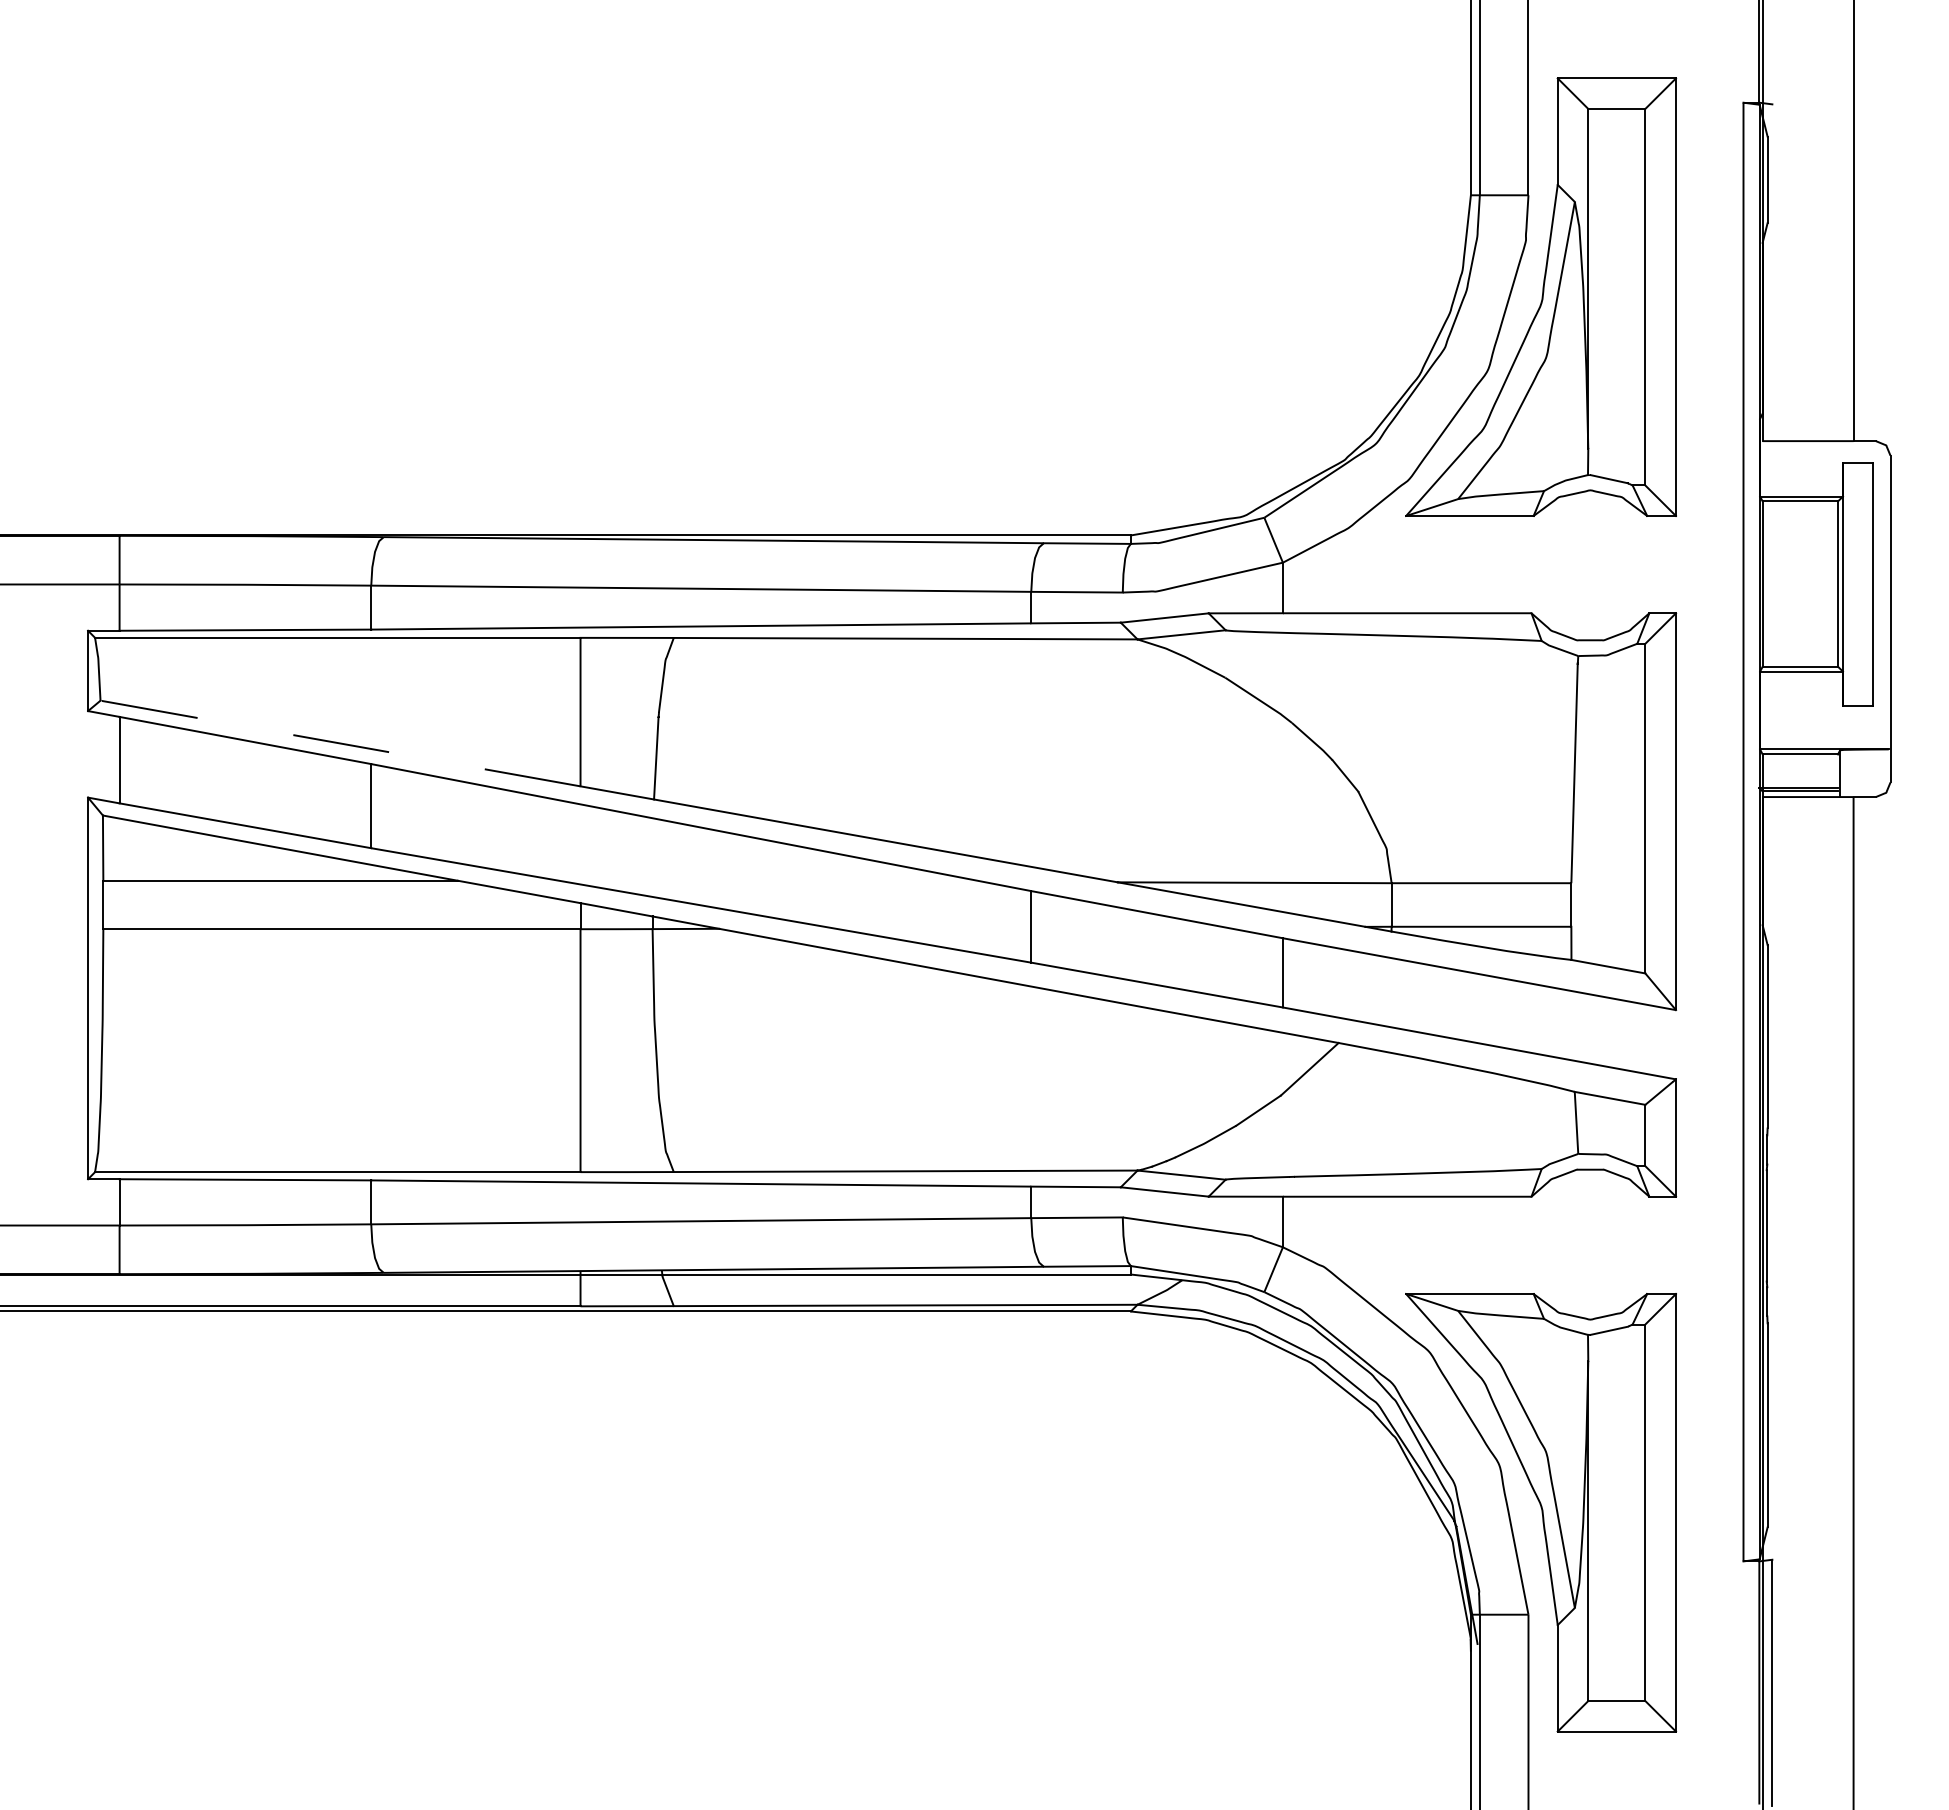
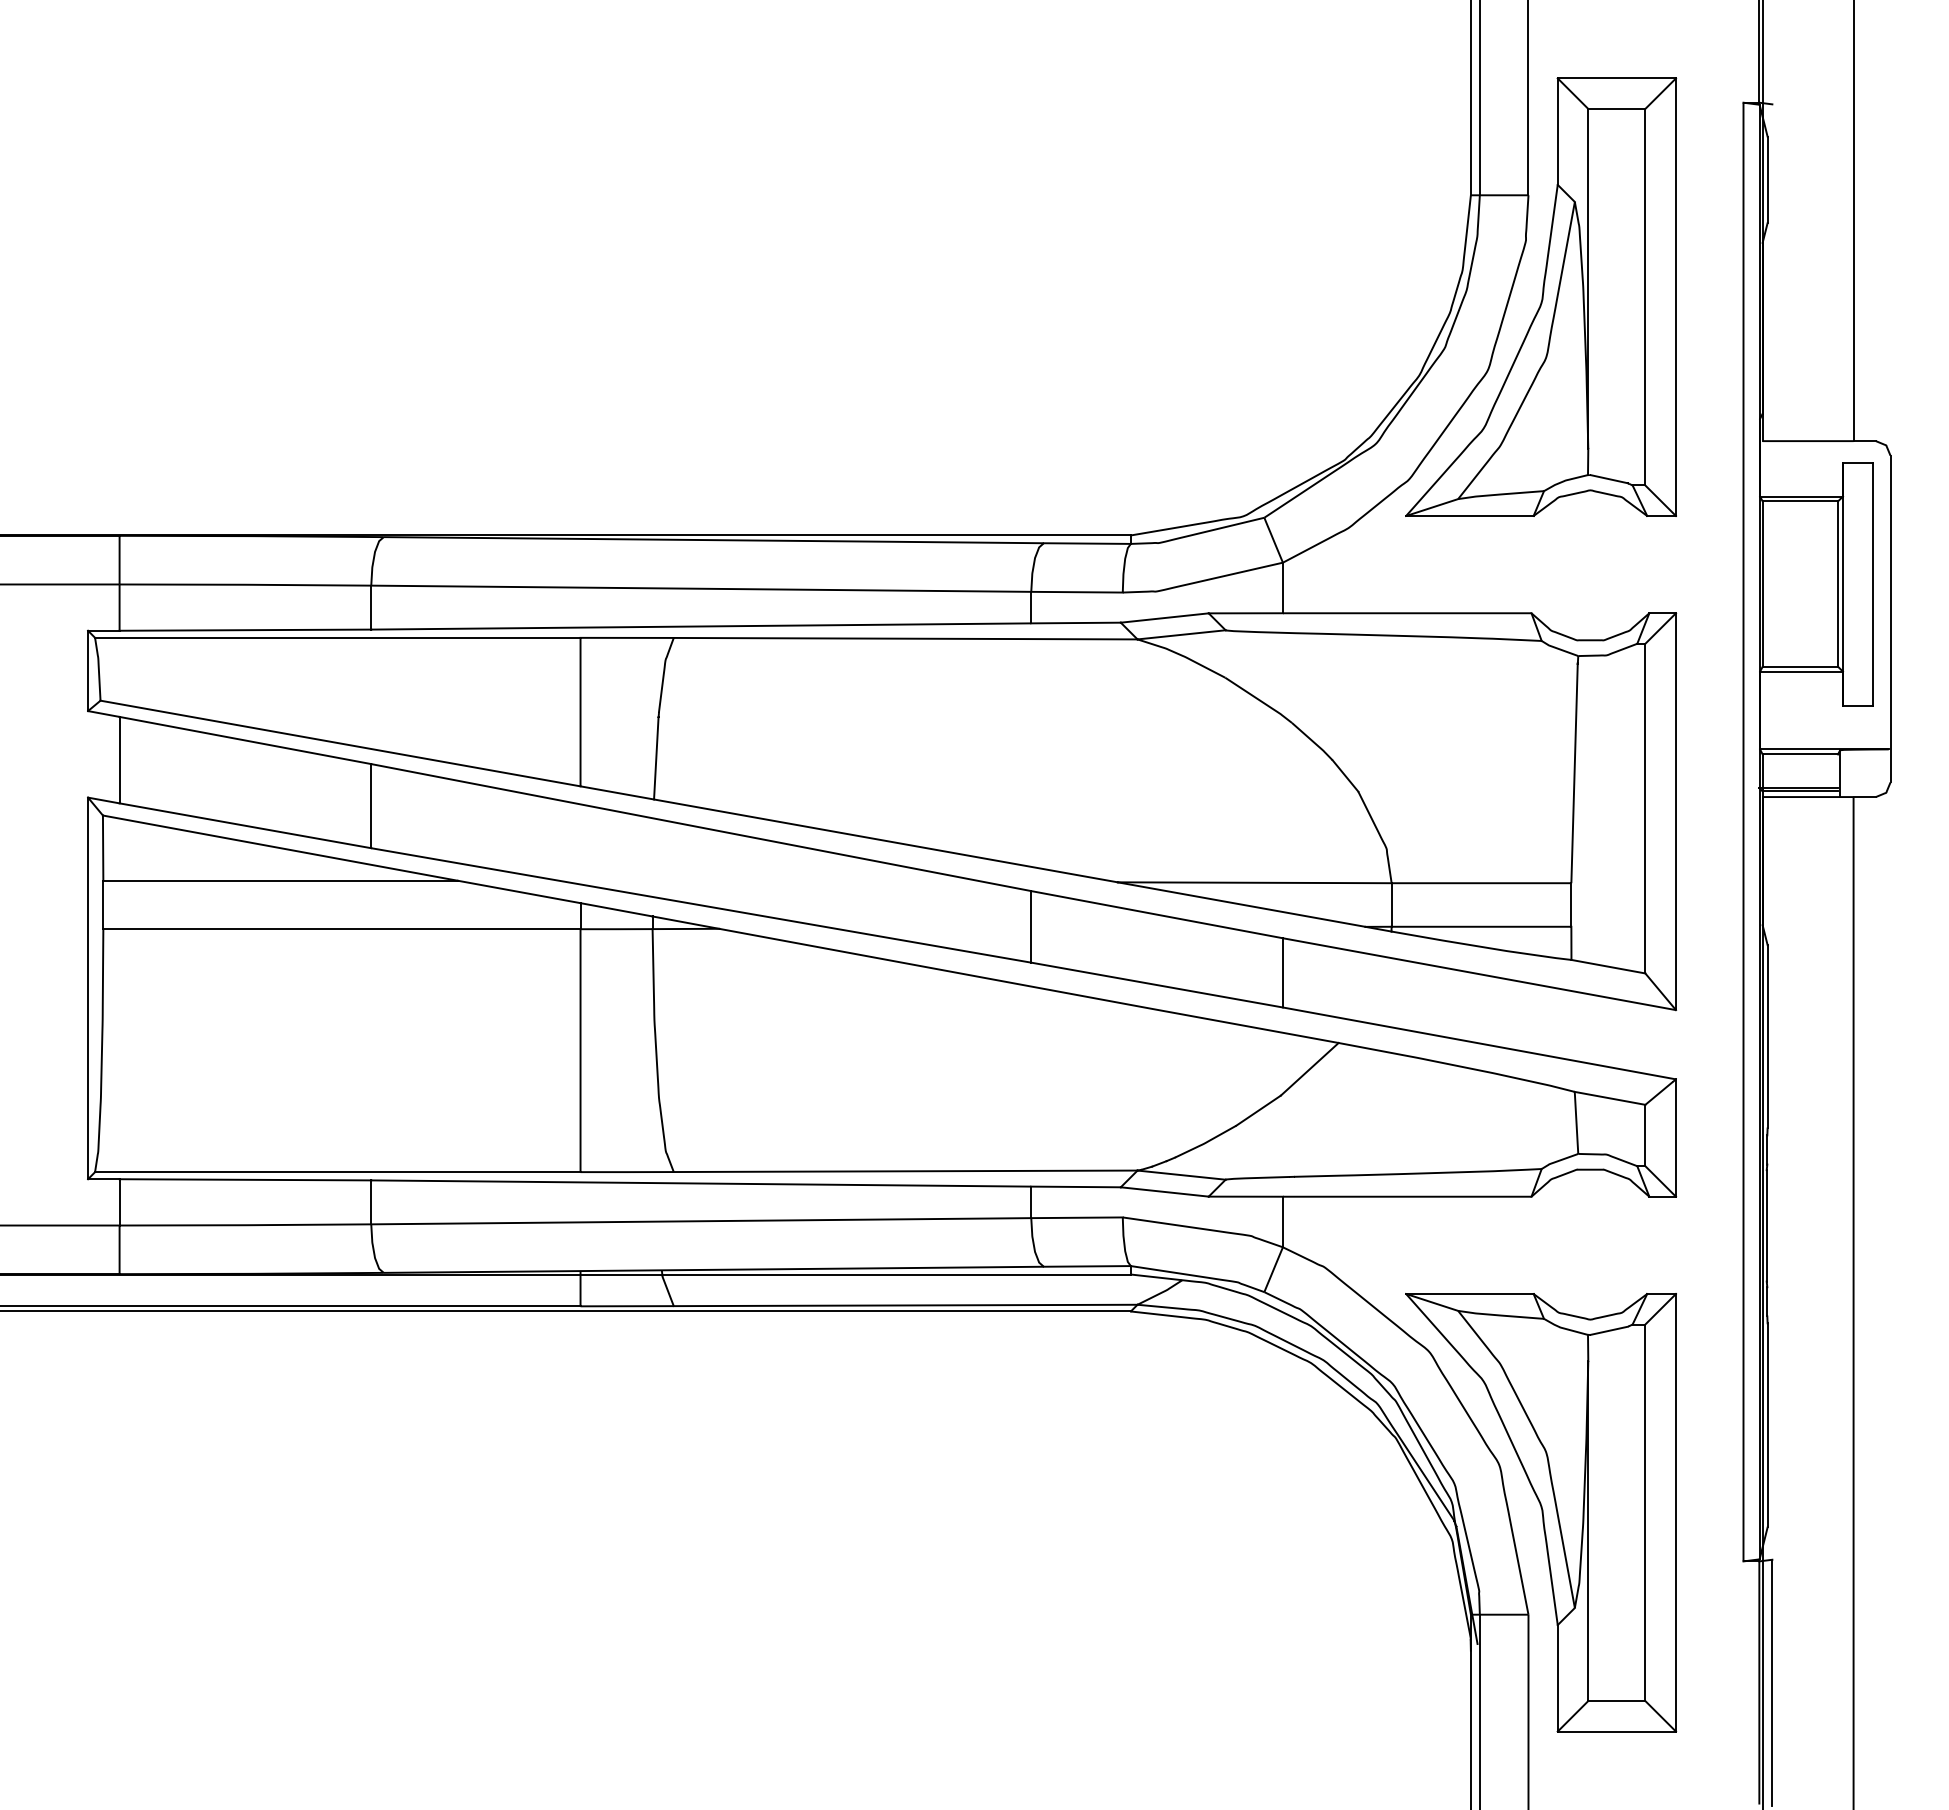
line at (340, 743): dashed -> solid
